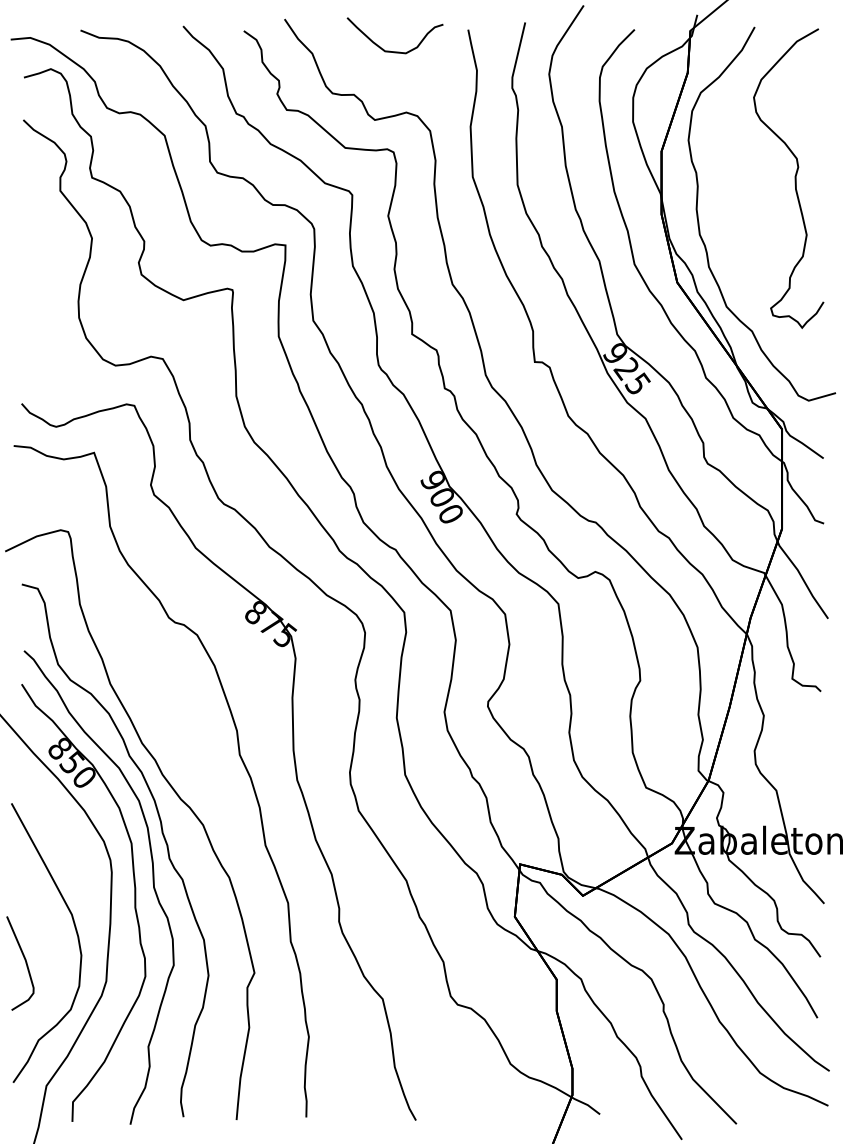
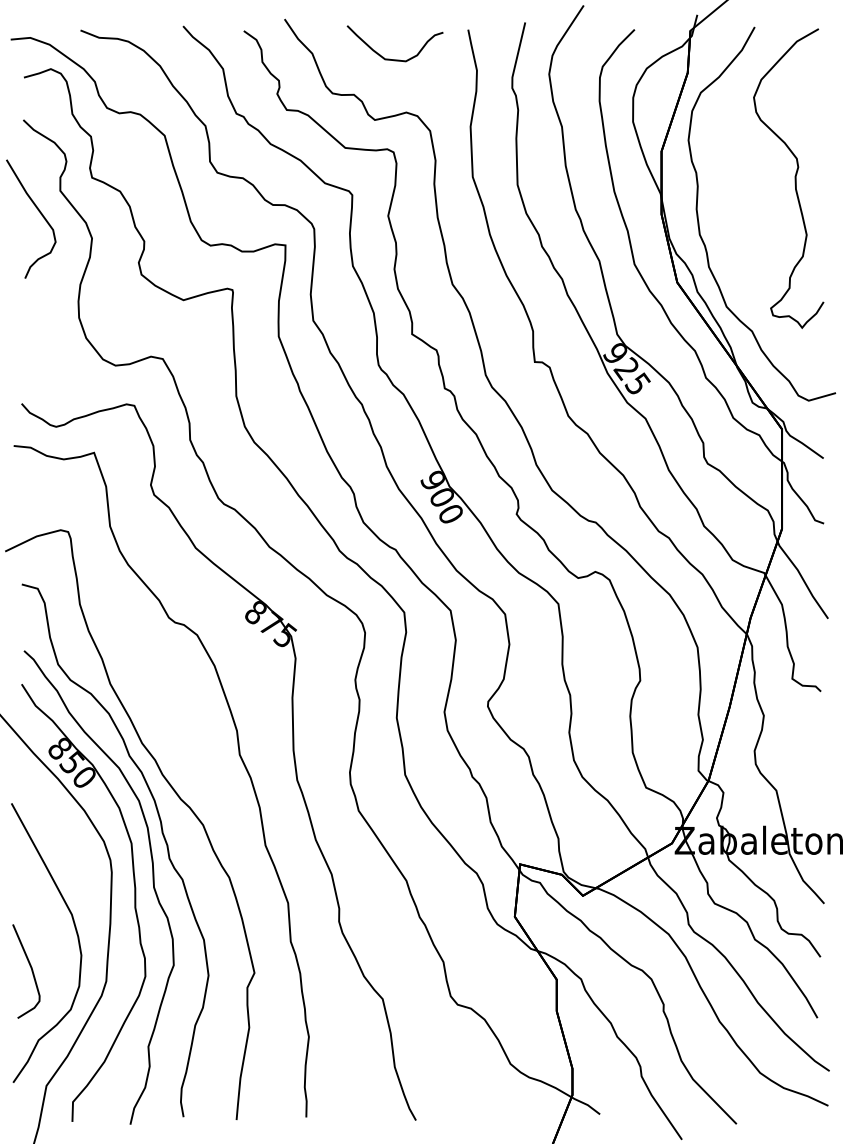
curve at (389, 50) position: (389, 50) -> (389, 58)
curve at (40, 214): none -> present
curve at (24, 960) position: (24, 960) -> (30, 968)
